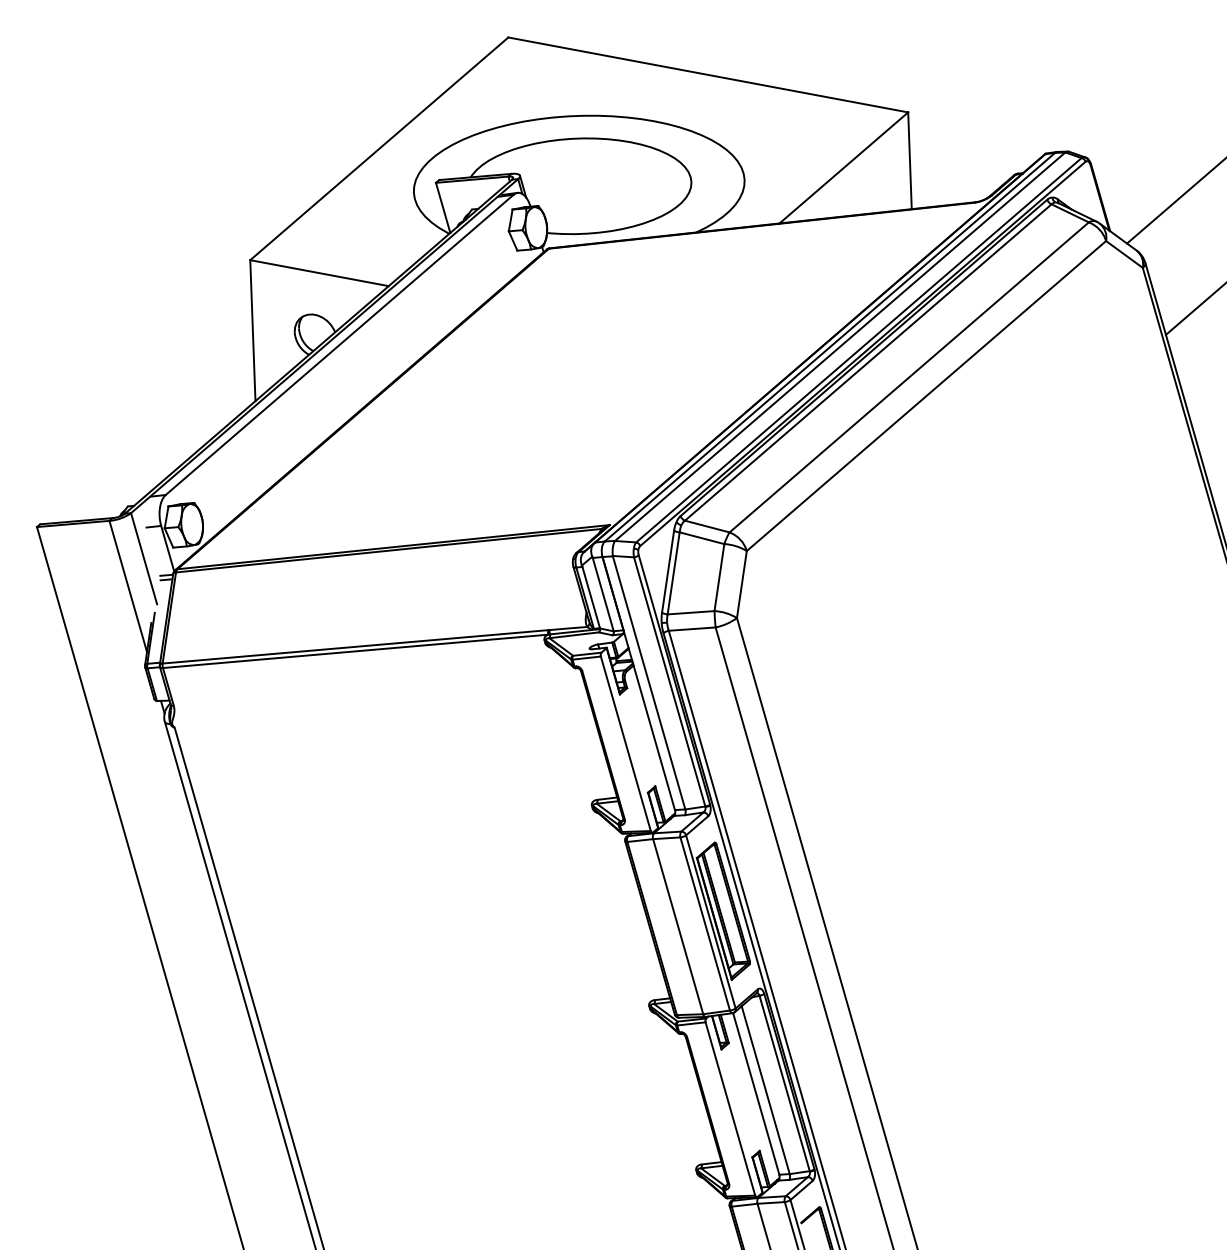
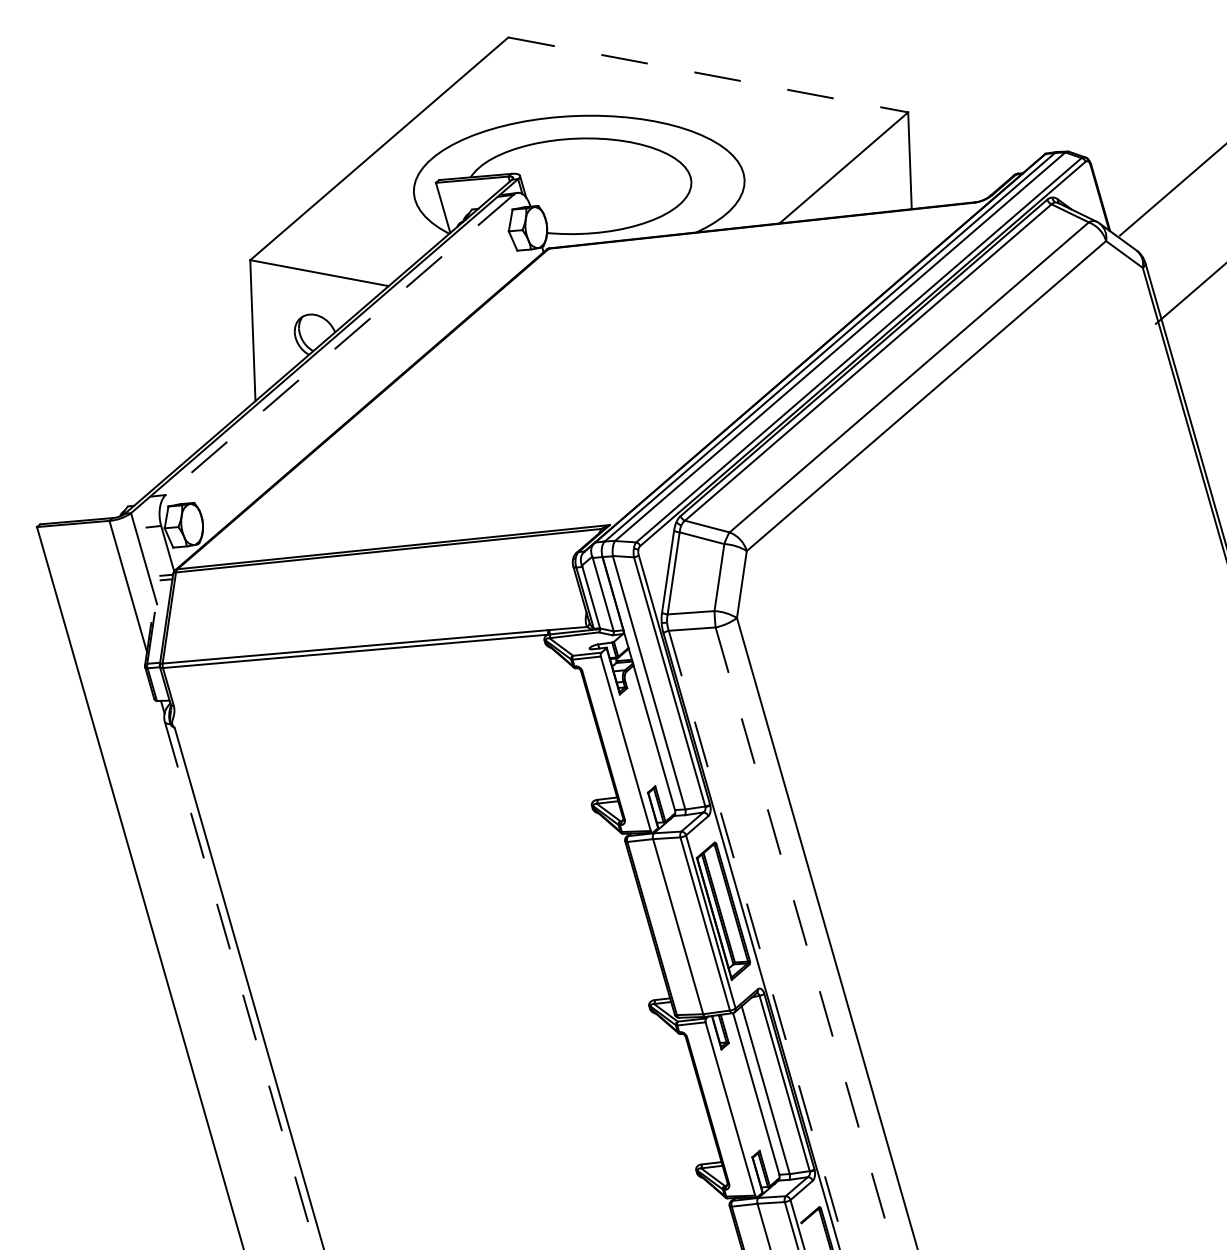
line at (708, 75): solid -> dashed
line at (1175, 201) position: (1175, 201) -> (1171, 190)
line at (1194, 309) position: (1194, 309) -> (1189, 294)
line at (339, 344): solid -> dashed
line at (804, 938): solid -> dashed
line at (757, 940): solid -> dashed
line at (240, 986): solid -> dashed
